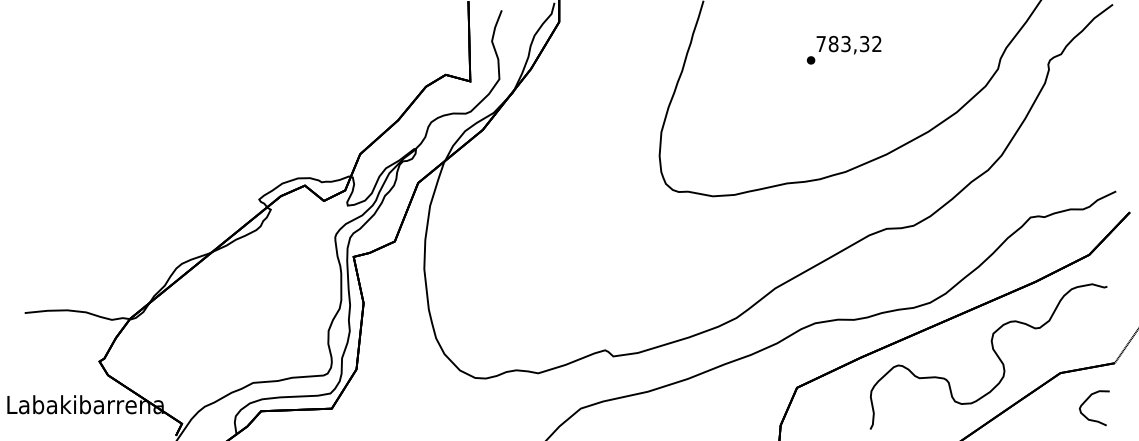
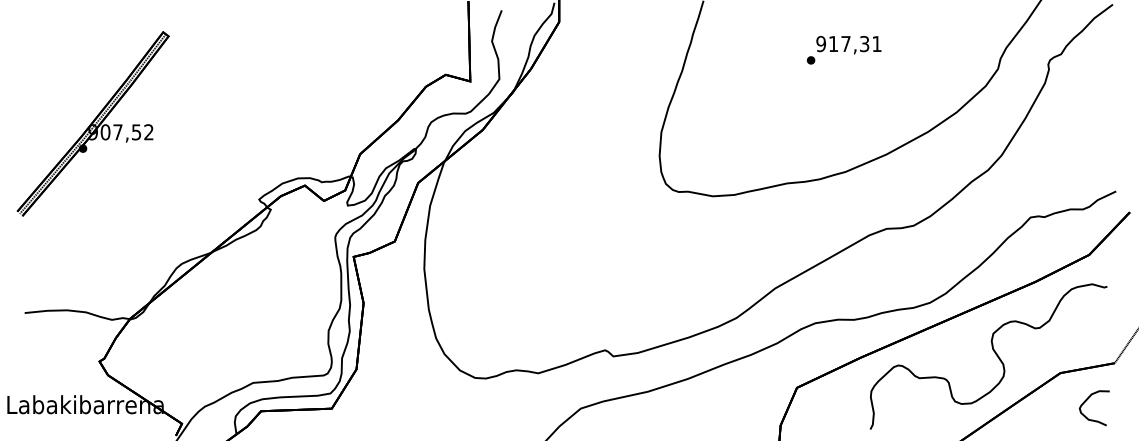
text at (848, 43): 783,32 -> 917,31
part at (92, 123): none -> present
